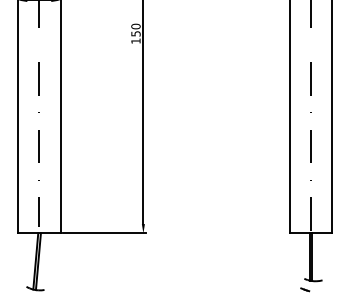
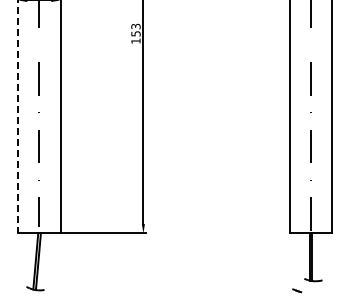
text at (135, 26): 150 -> 153
line at (18, 117): solid -> dashed
part at (305, 289) position: (305, 289) -> (297, 290)
